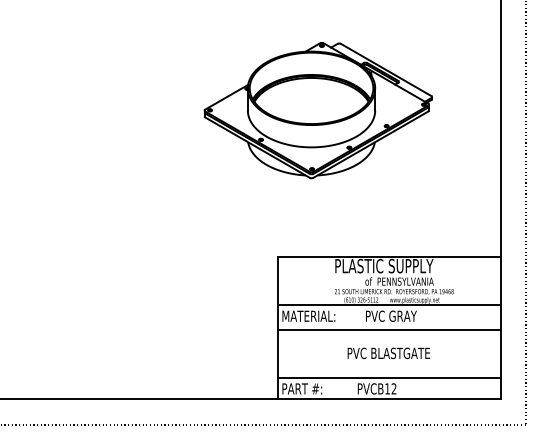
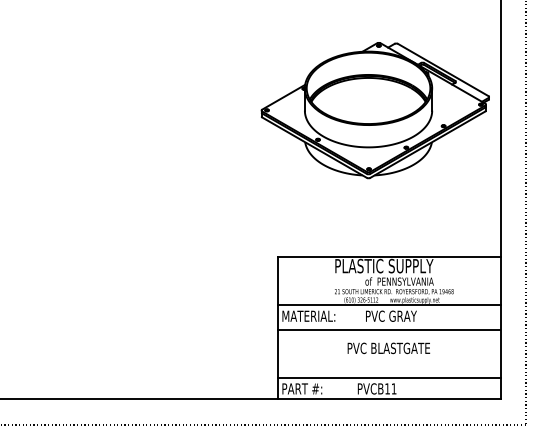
part at (317, 110) position: (317, 110) -> (374, 110)
text at (388, 353) position: (388, 353) -> (388, 348)
text at (393, 388): PVCB12 -> PVCB11
